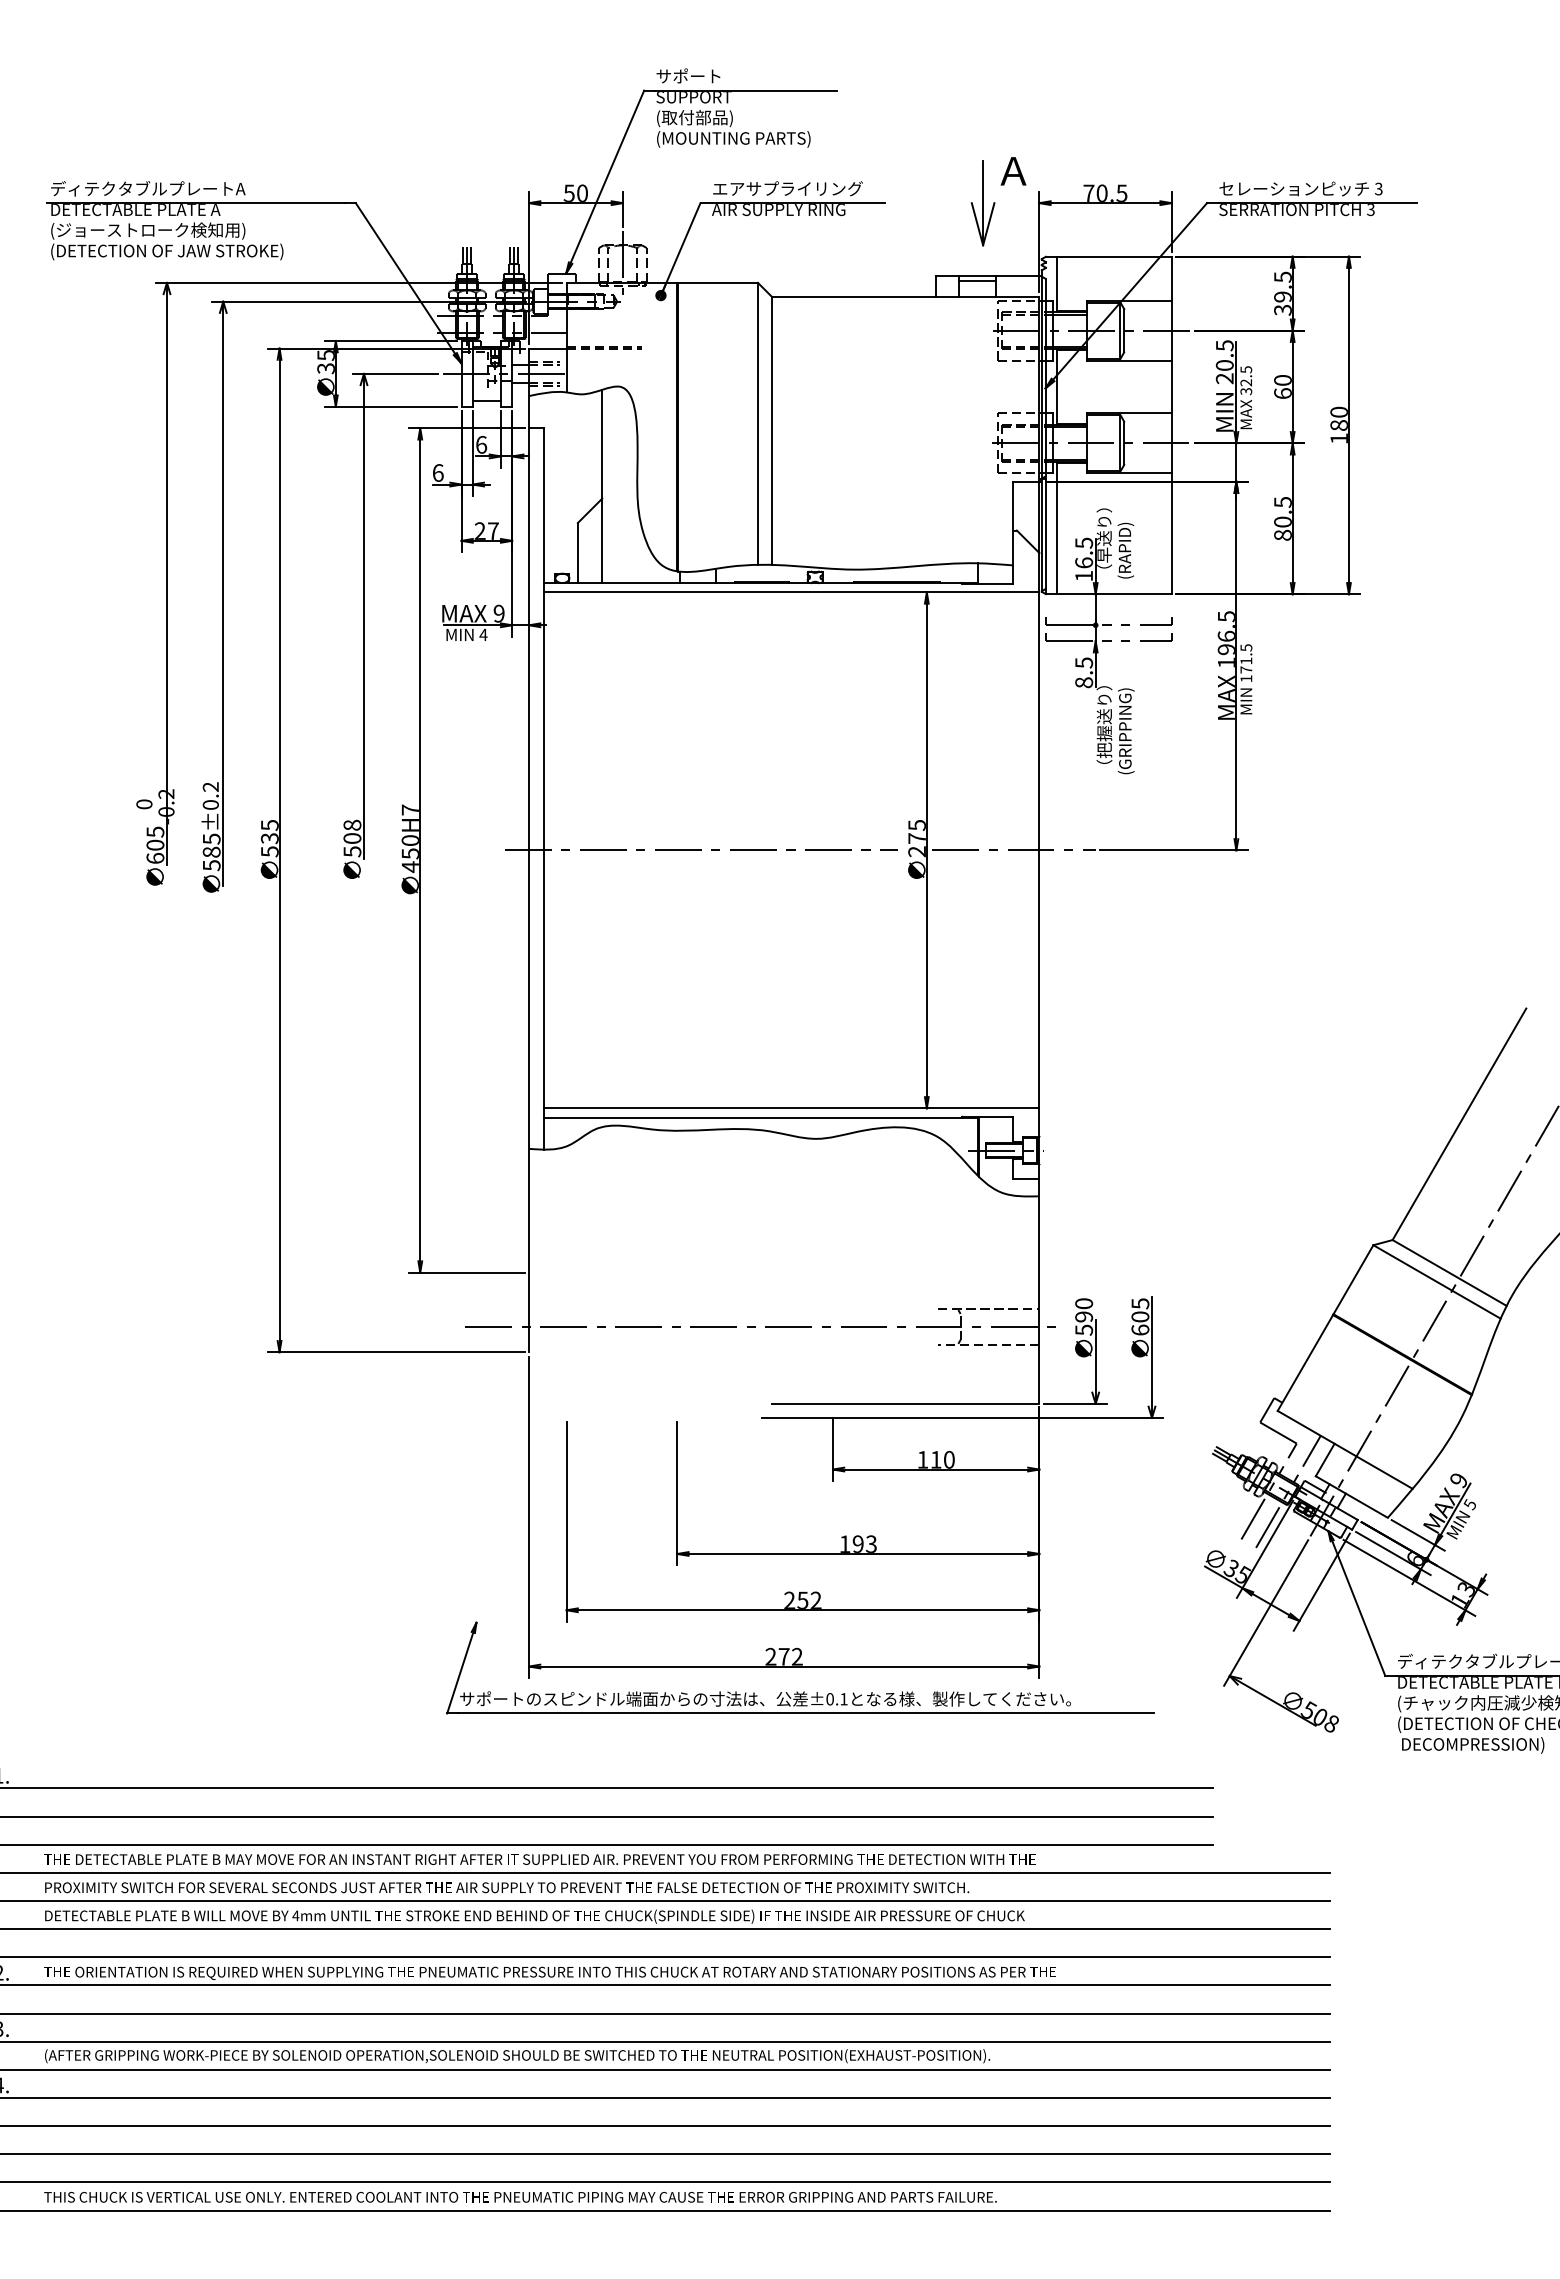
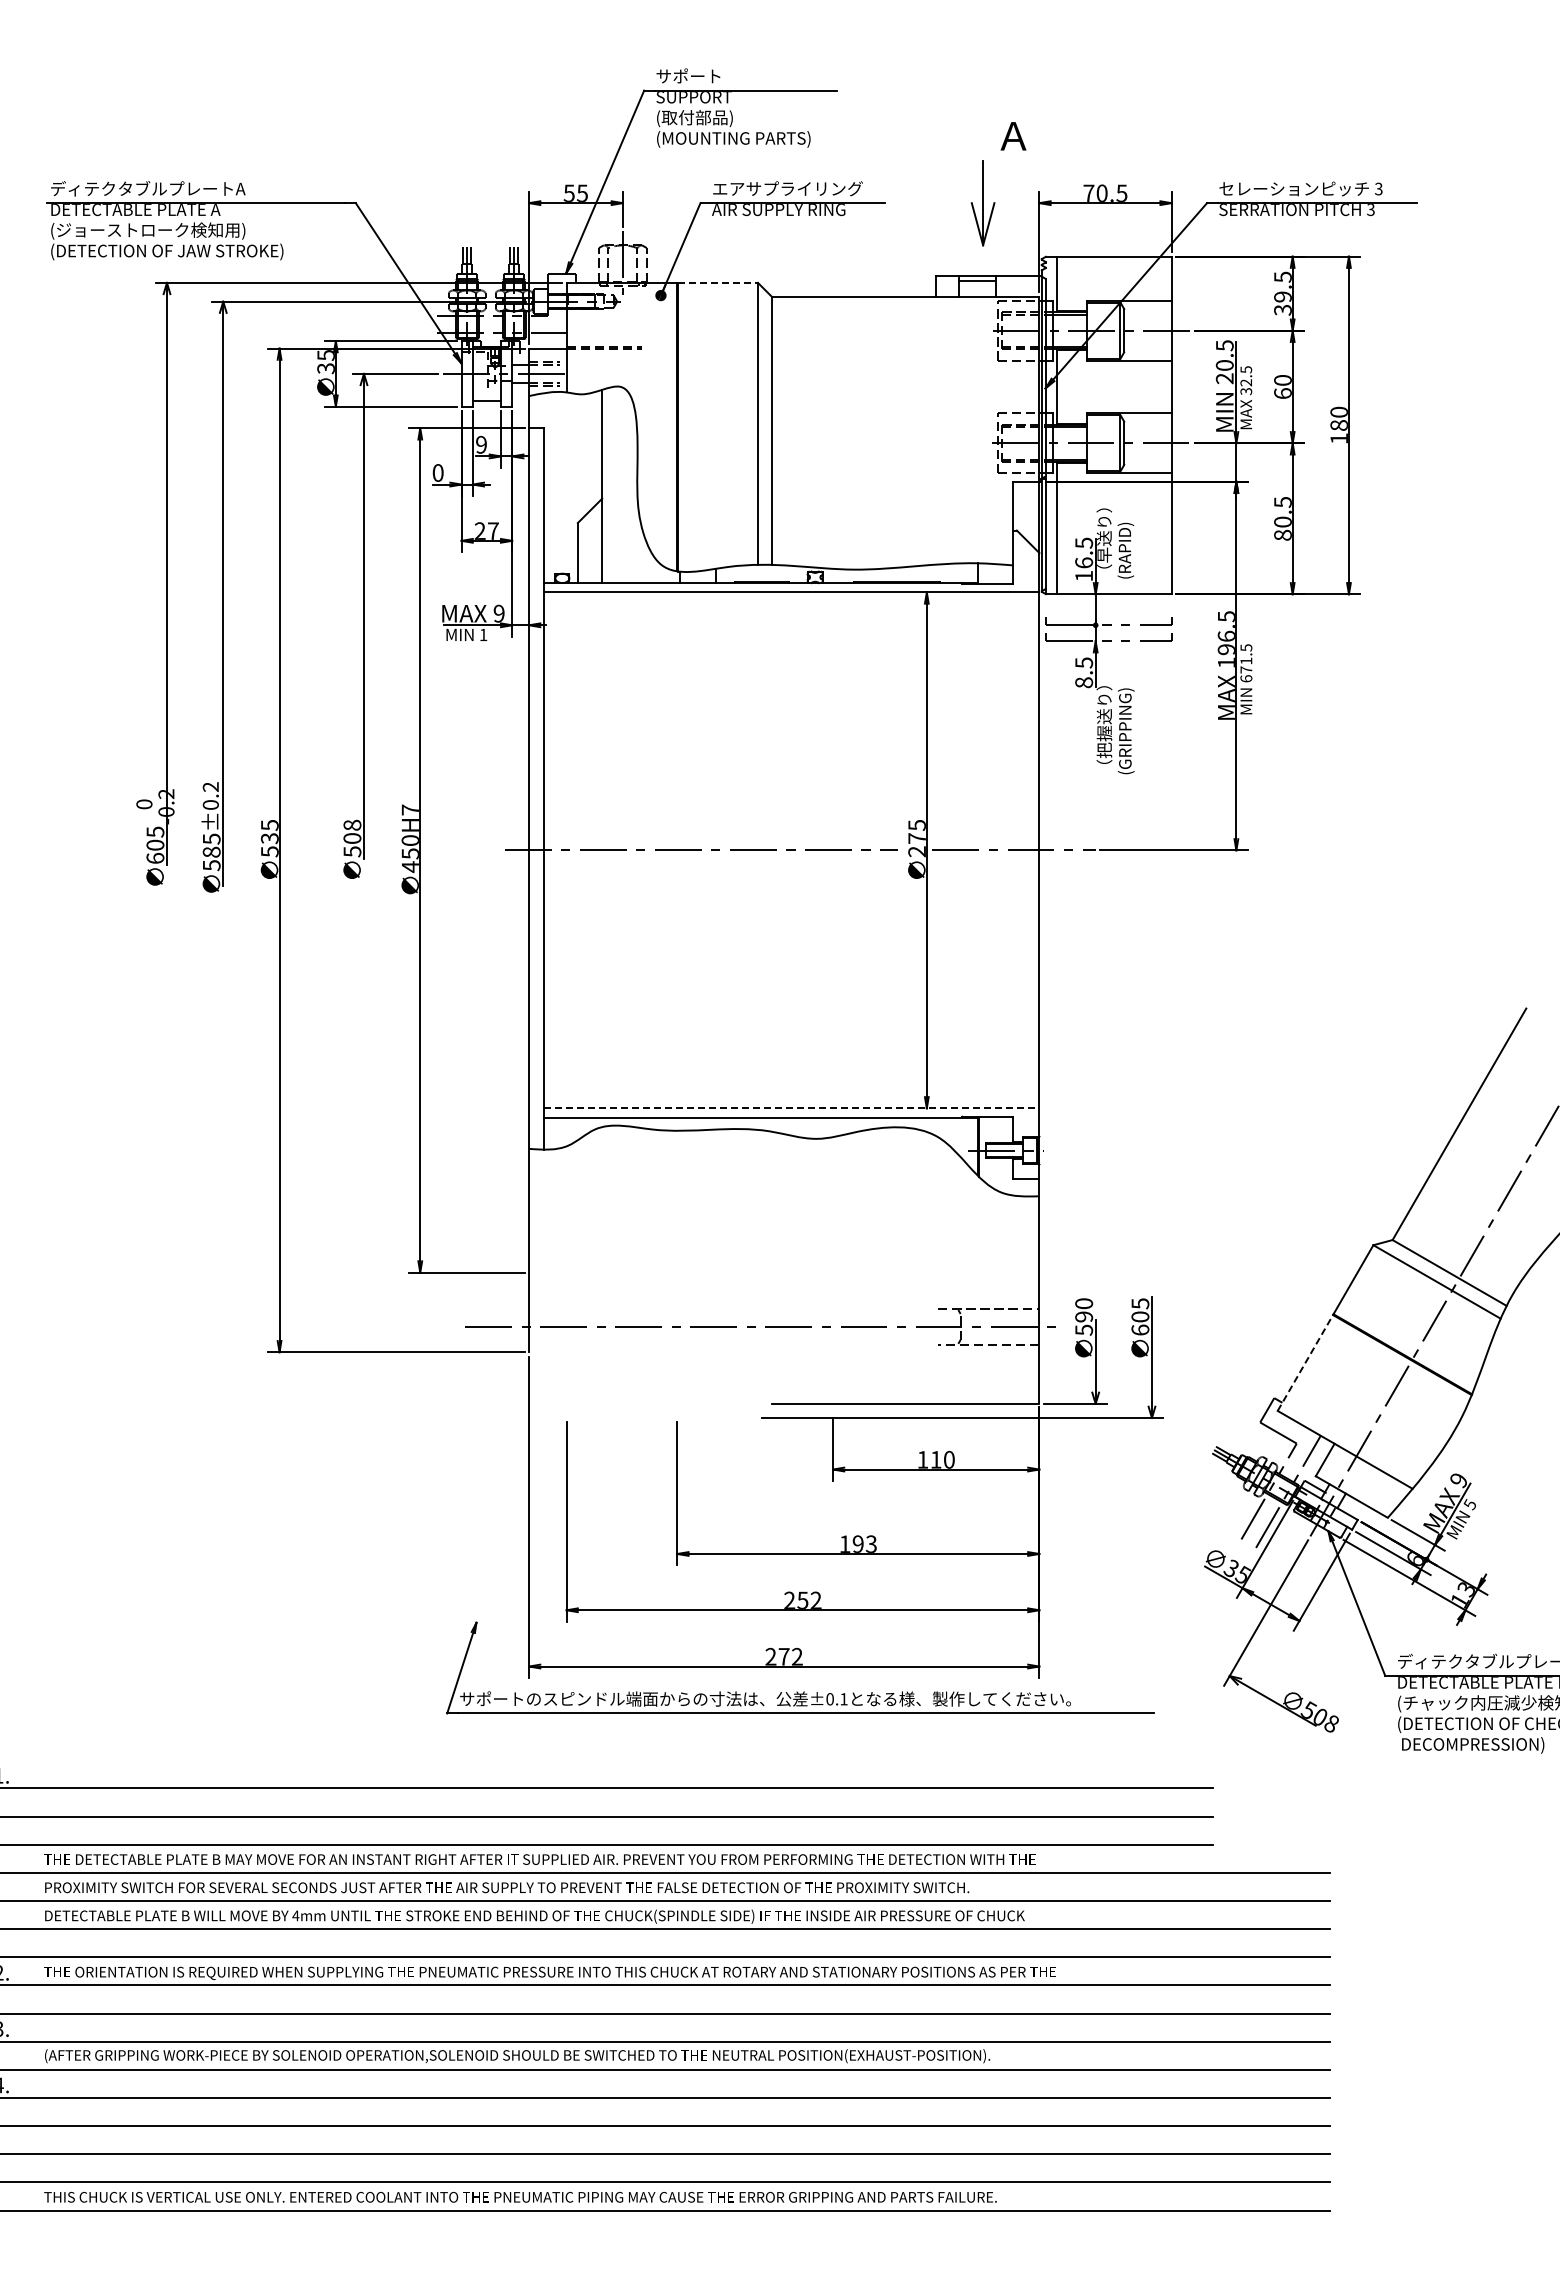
text at (1013, 171) position: (1013, 171) -> (1013, 136)
text at (581, 192): 50 -> 55
line at (718, 282): solid -> dashed
text at (481, 444): 6 -> 9
text at (437, 472): 6 -> 0
text at (483, 634): 4 -> 1
text at (1246, 678): 171.5 -> 671.5
line at (791, 1108): solid -> dashed
line at (1305, 1362): solid -> dashed
